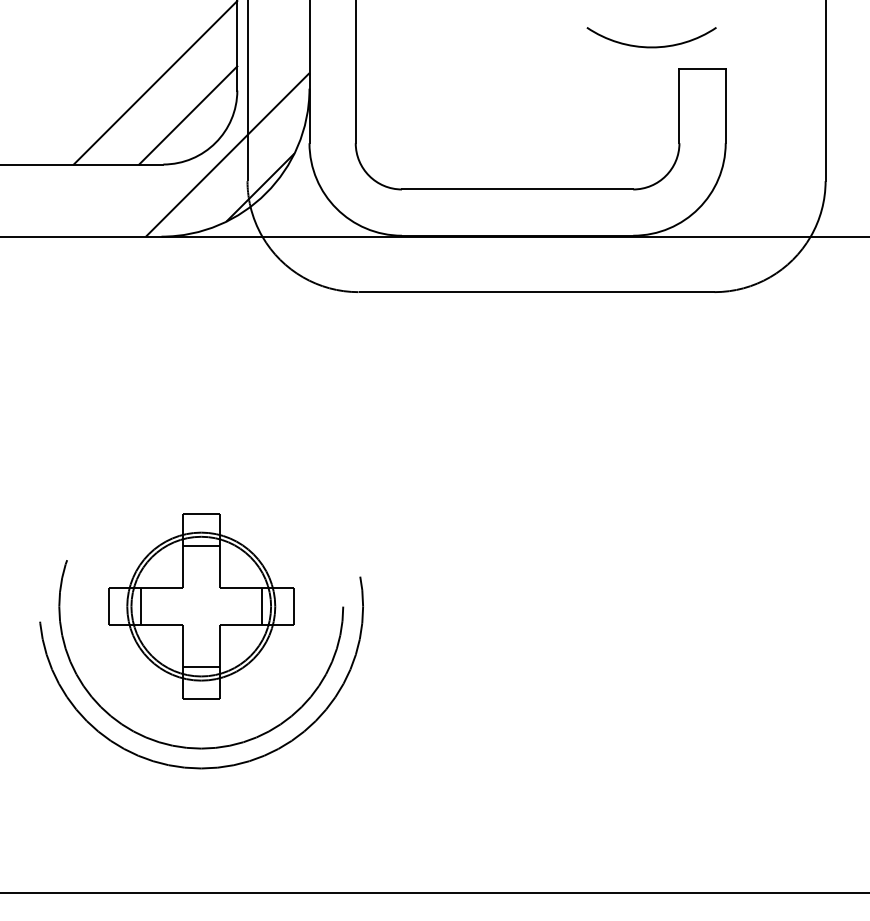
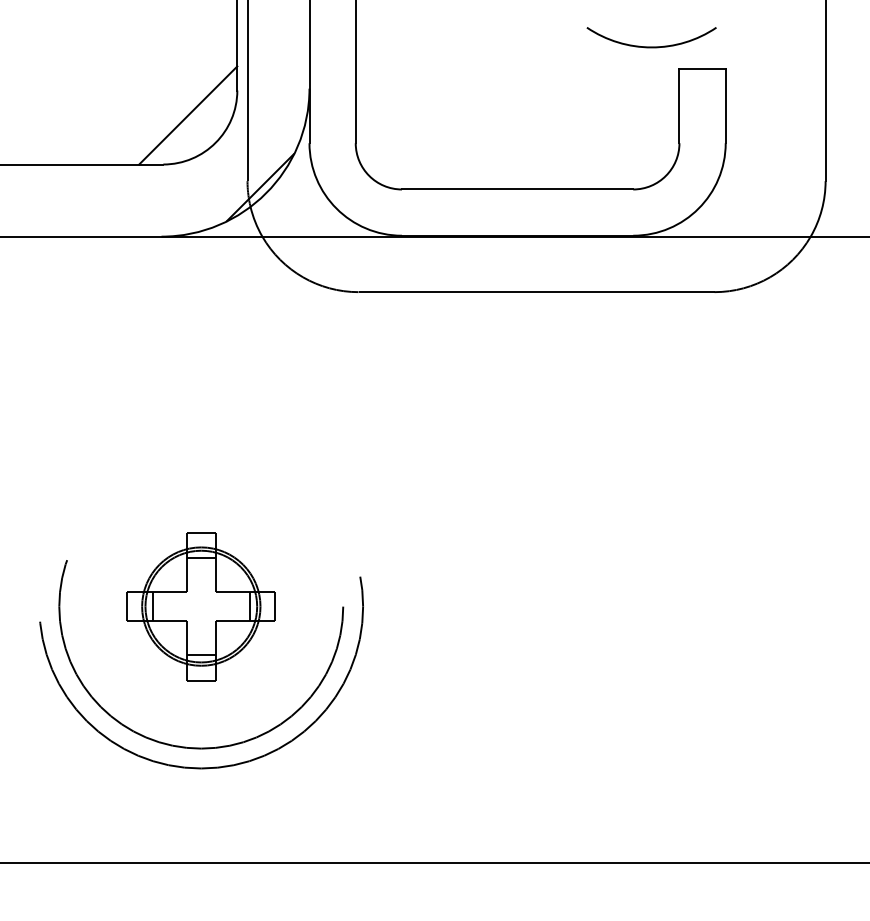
line at (154, 83): present -> none
line at (227, 154): present -> none
part at (201, 606) size: 187x187 px -> 150x150 px
line at (434, 893) position: (434, 893) -> (434, 863)
